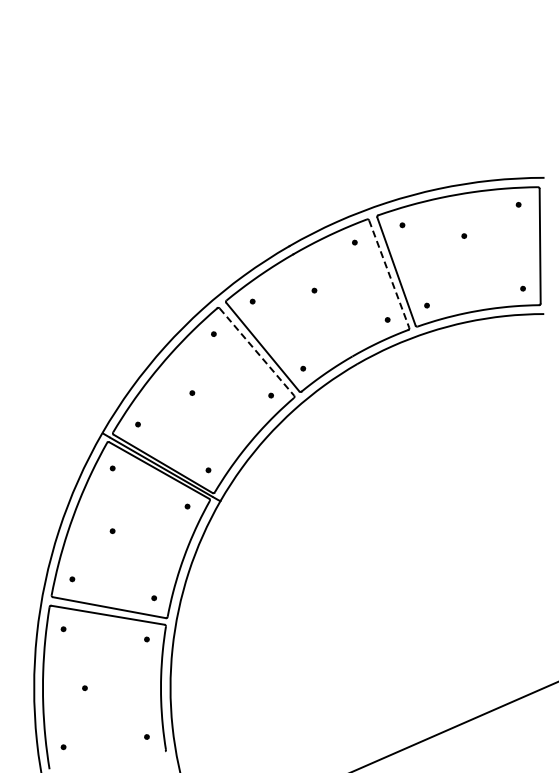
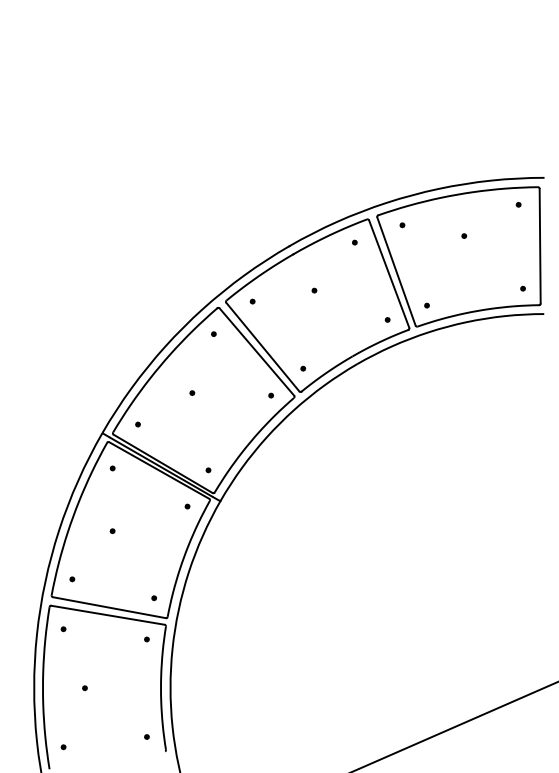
line at (389, 274): dashed -> solid
line at (257, 352): dashed -> solid
